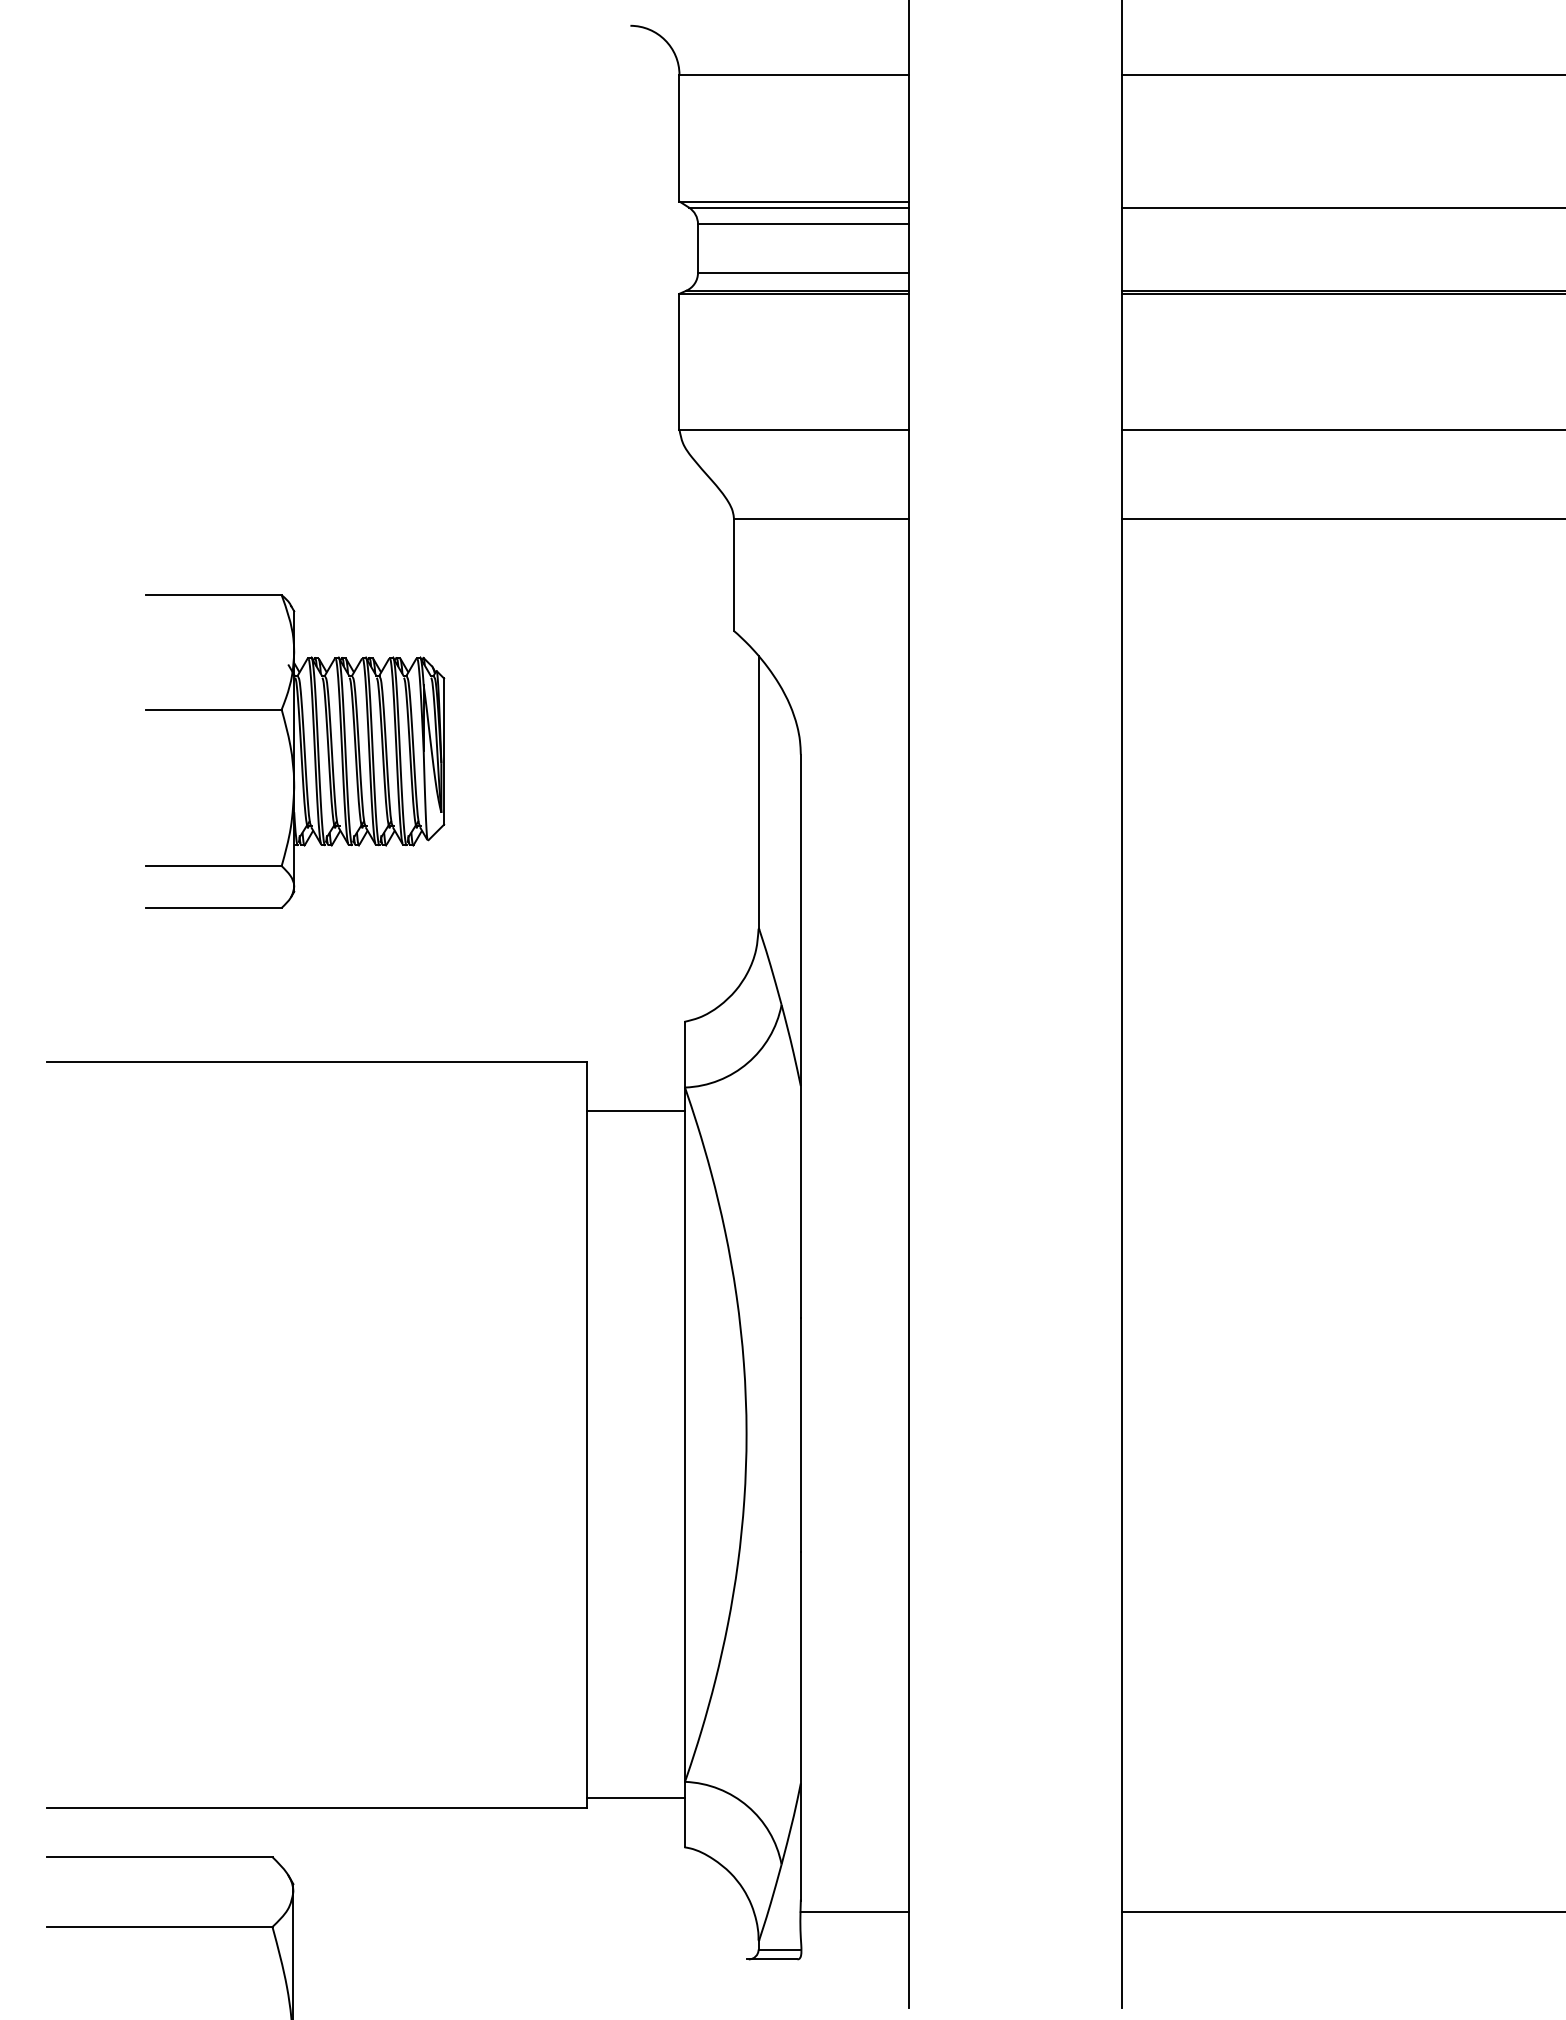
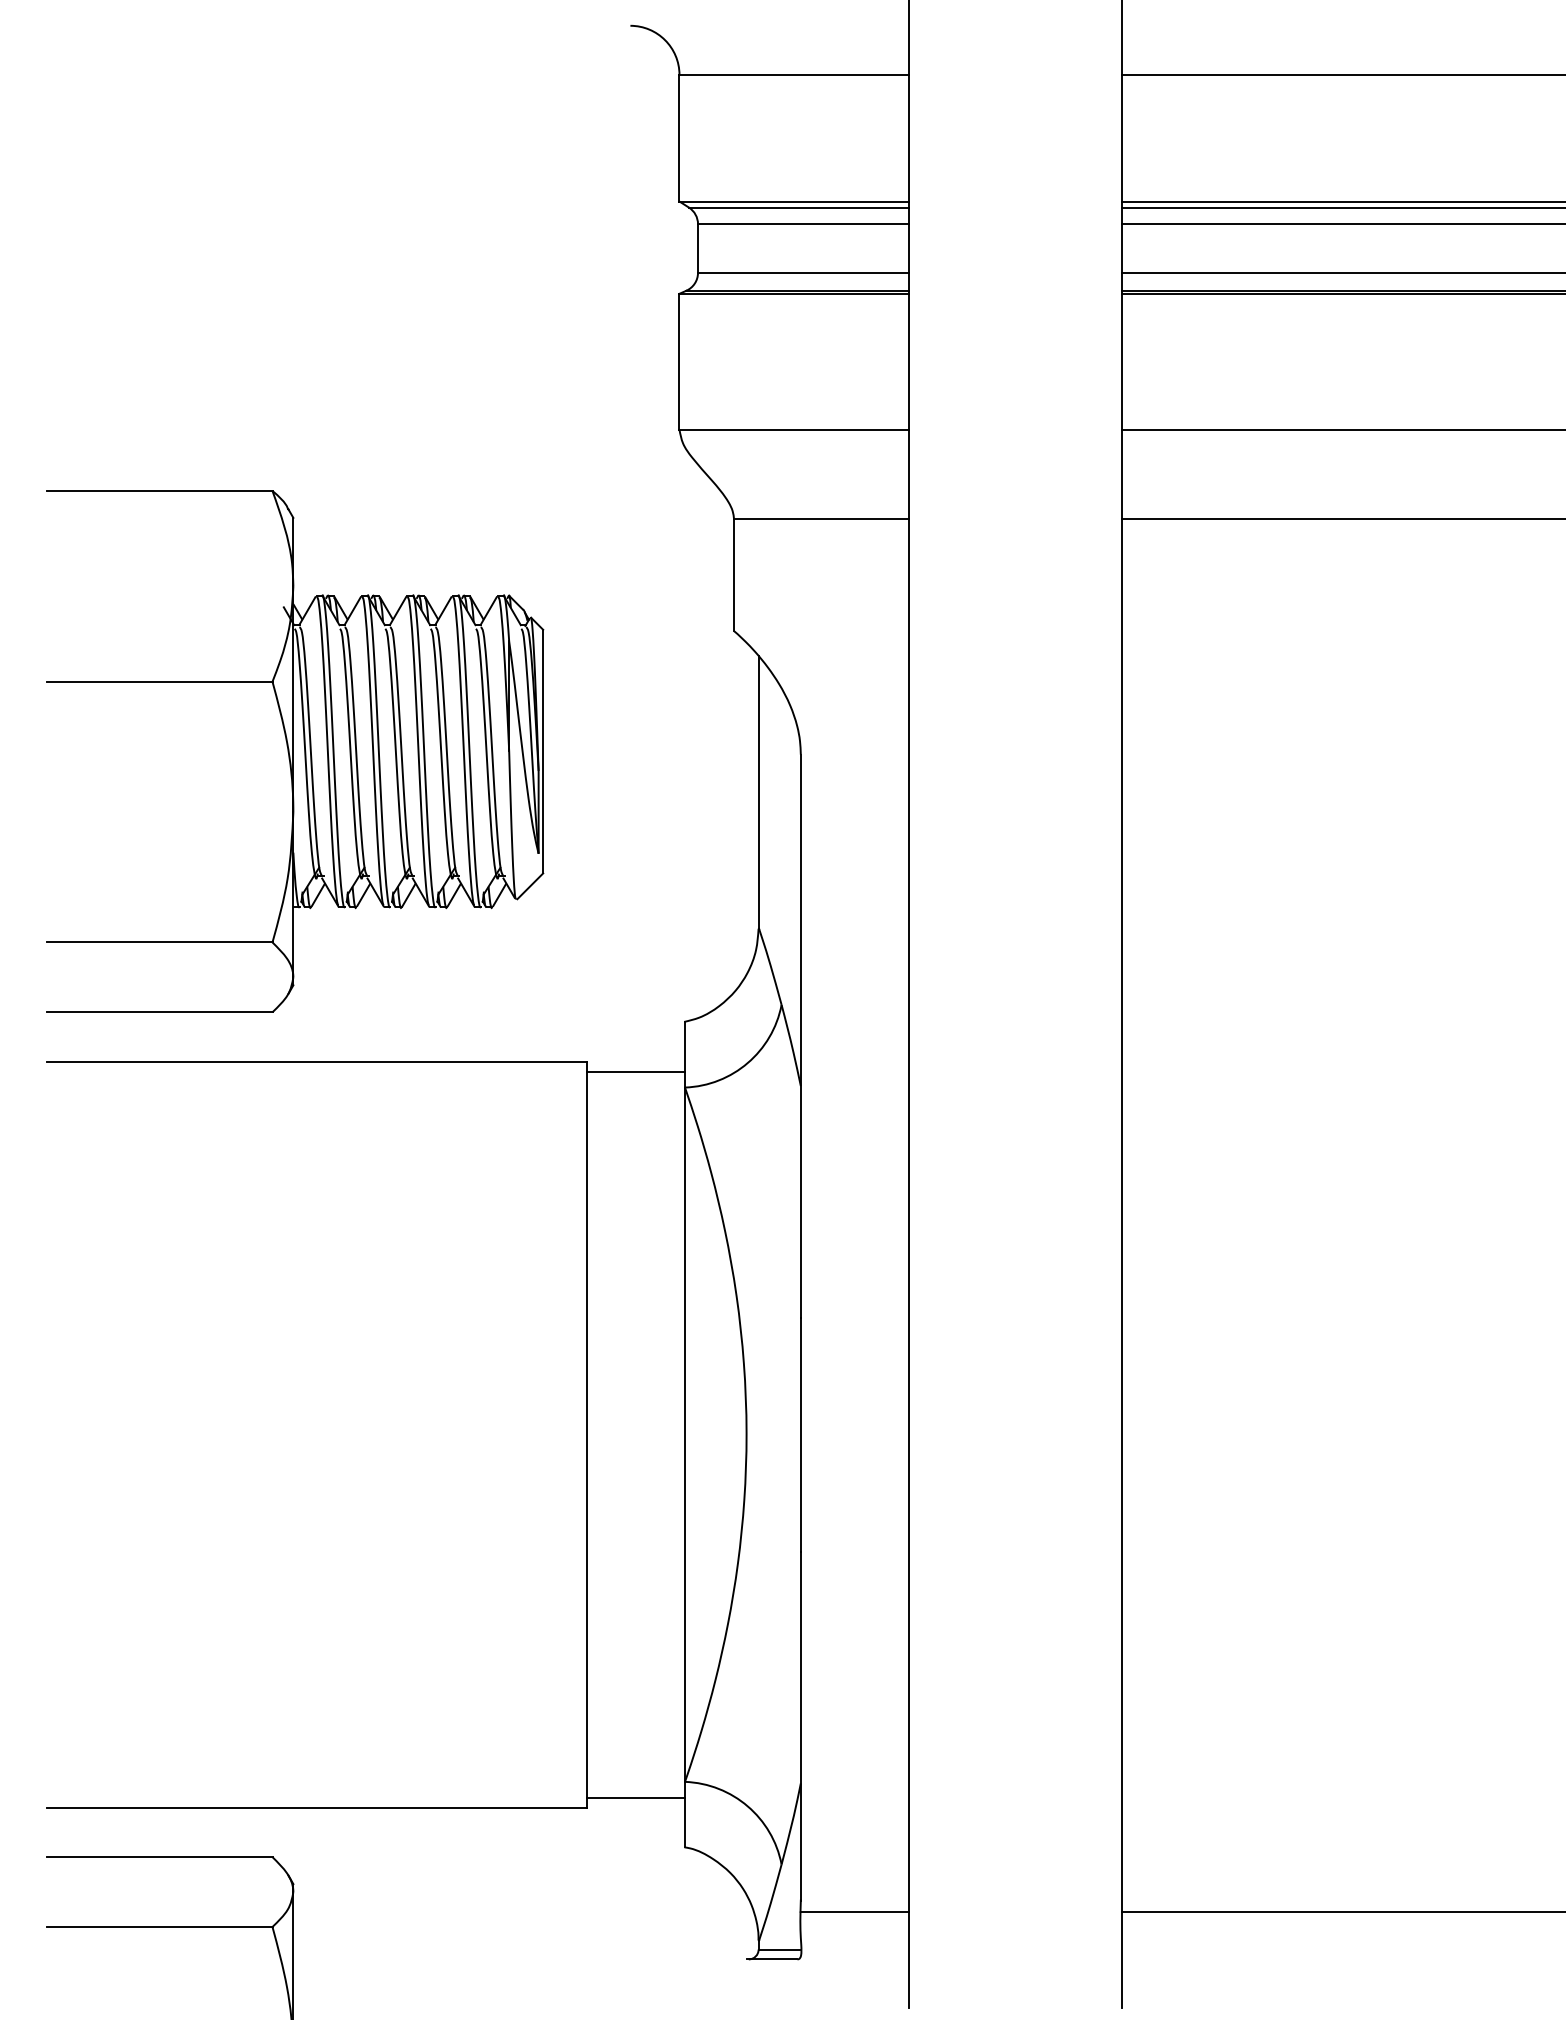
line at (1341, 201): none -> present
line at (1341, 224): none -> present
line at (1341, 272): none -> present
part at (295, 751) size: 301x315 px -> 499x523 px
line at (635, 1110) position: (635, 1110) -> (635, 1071)
